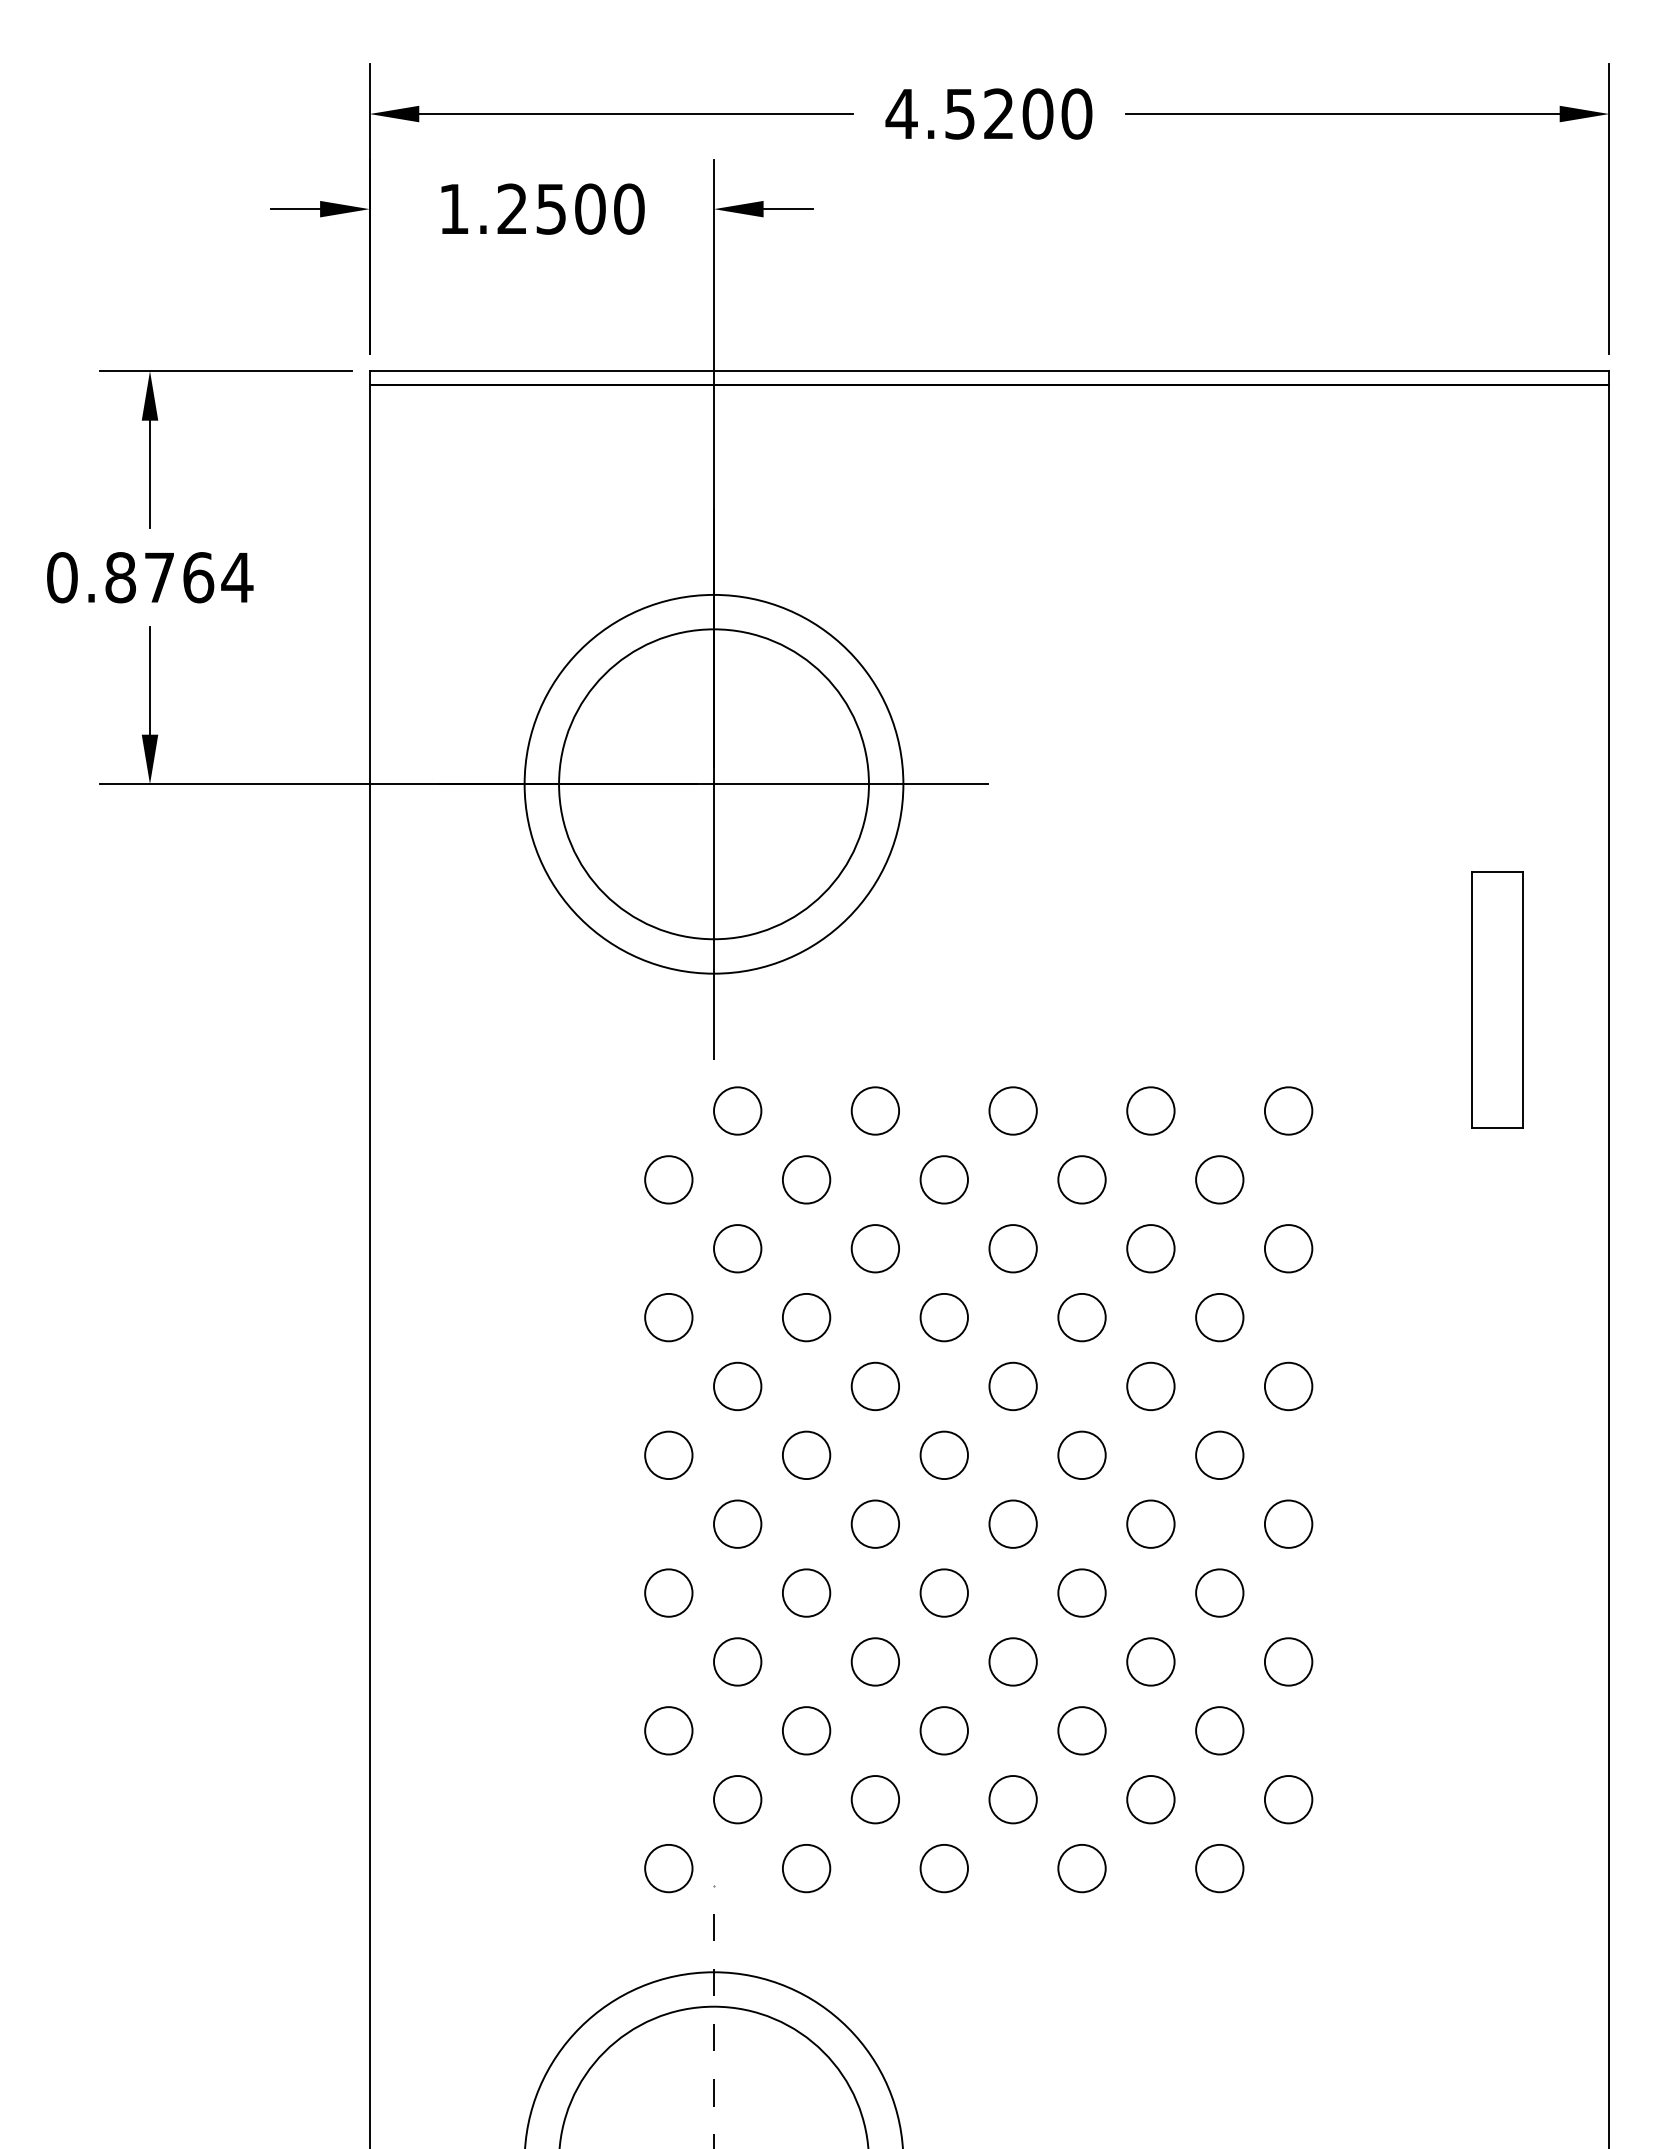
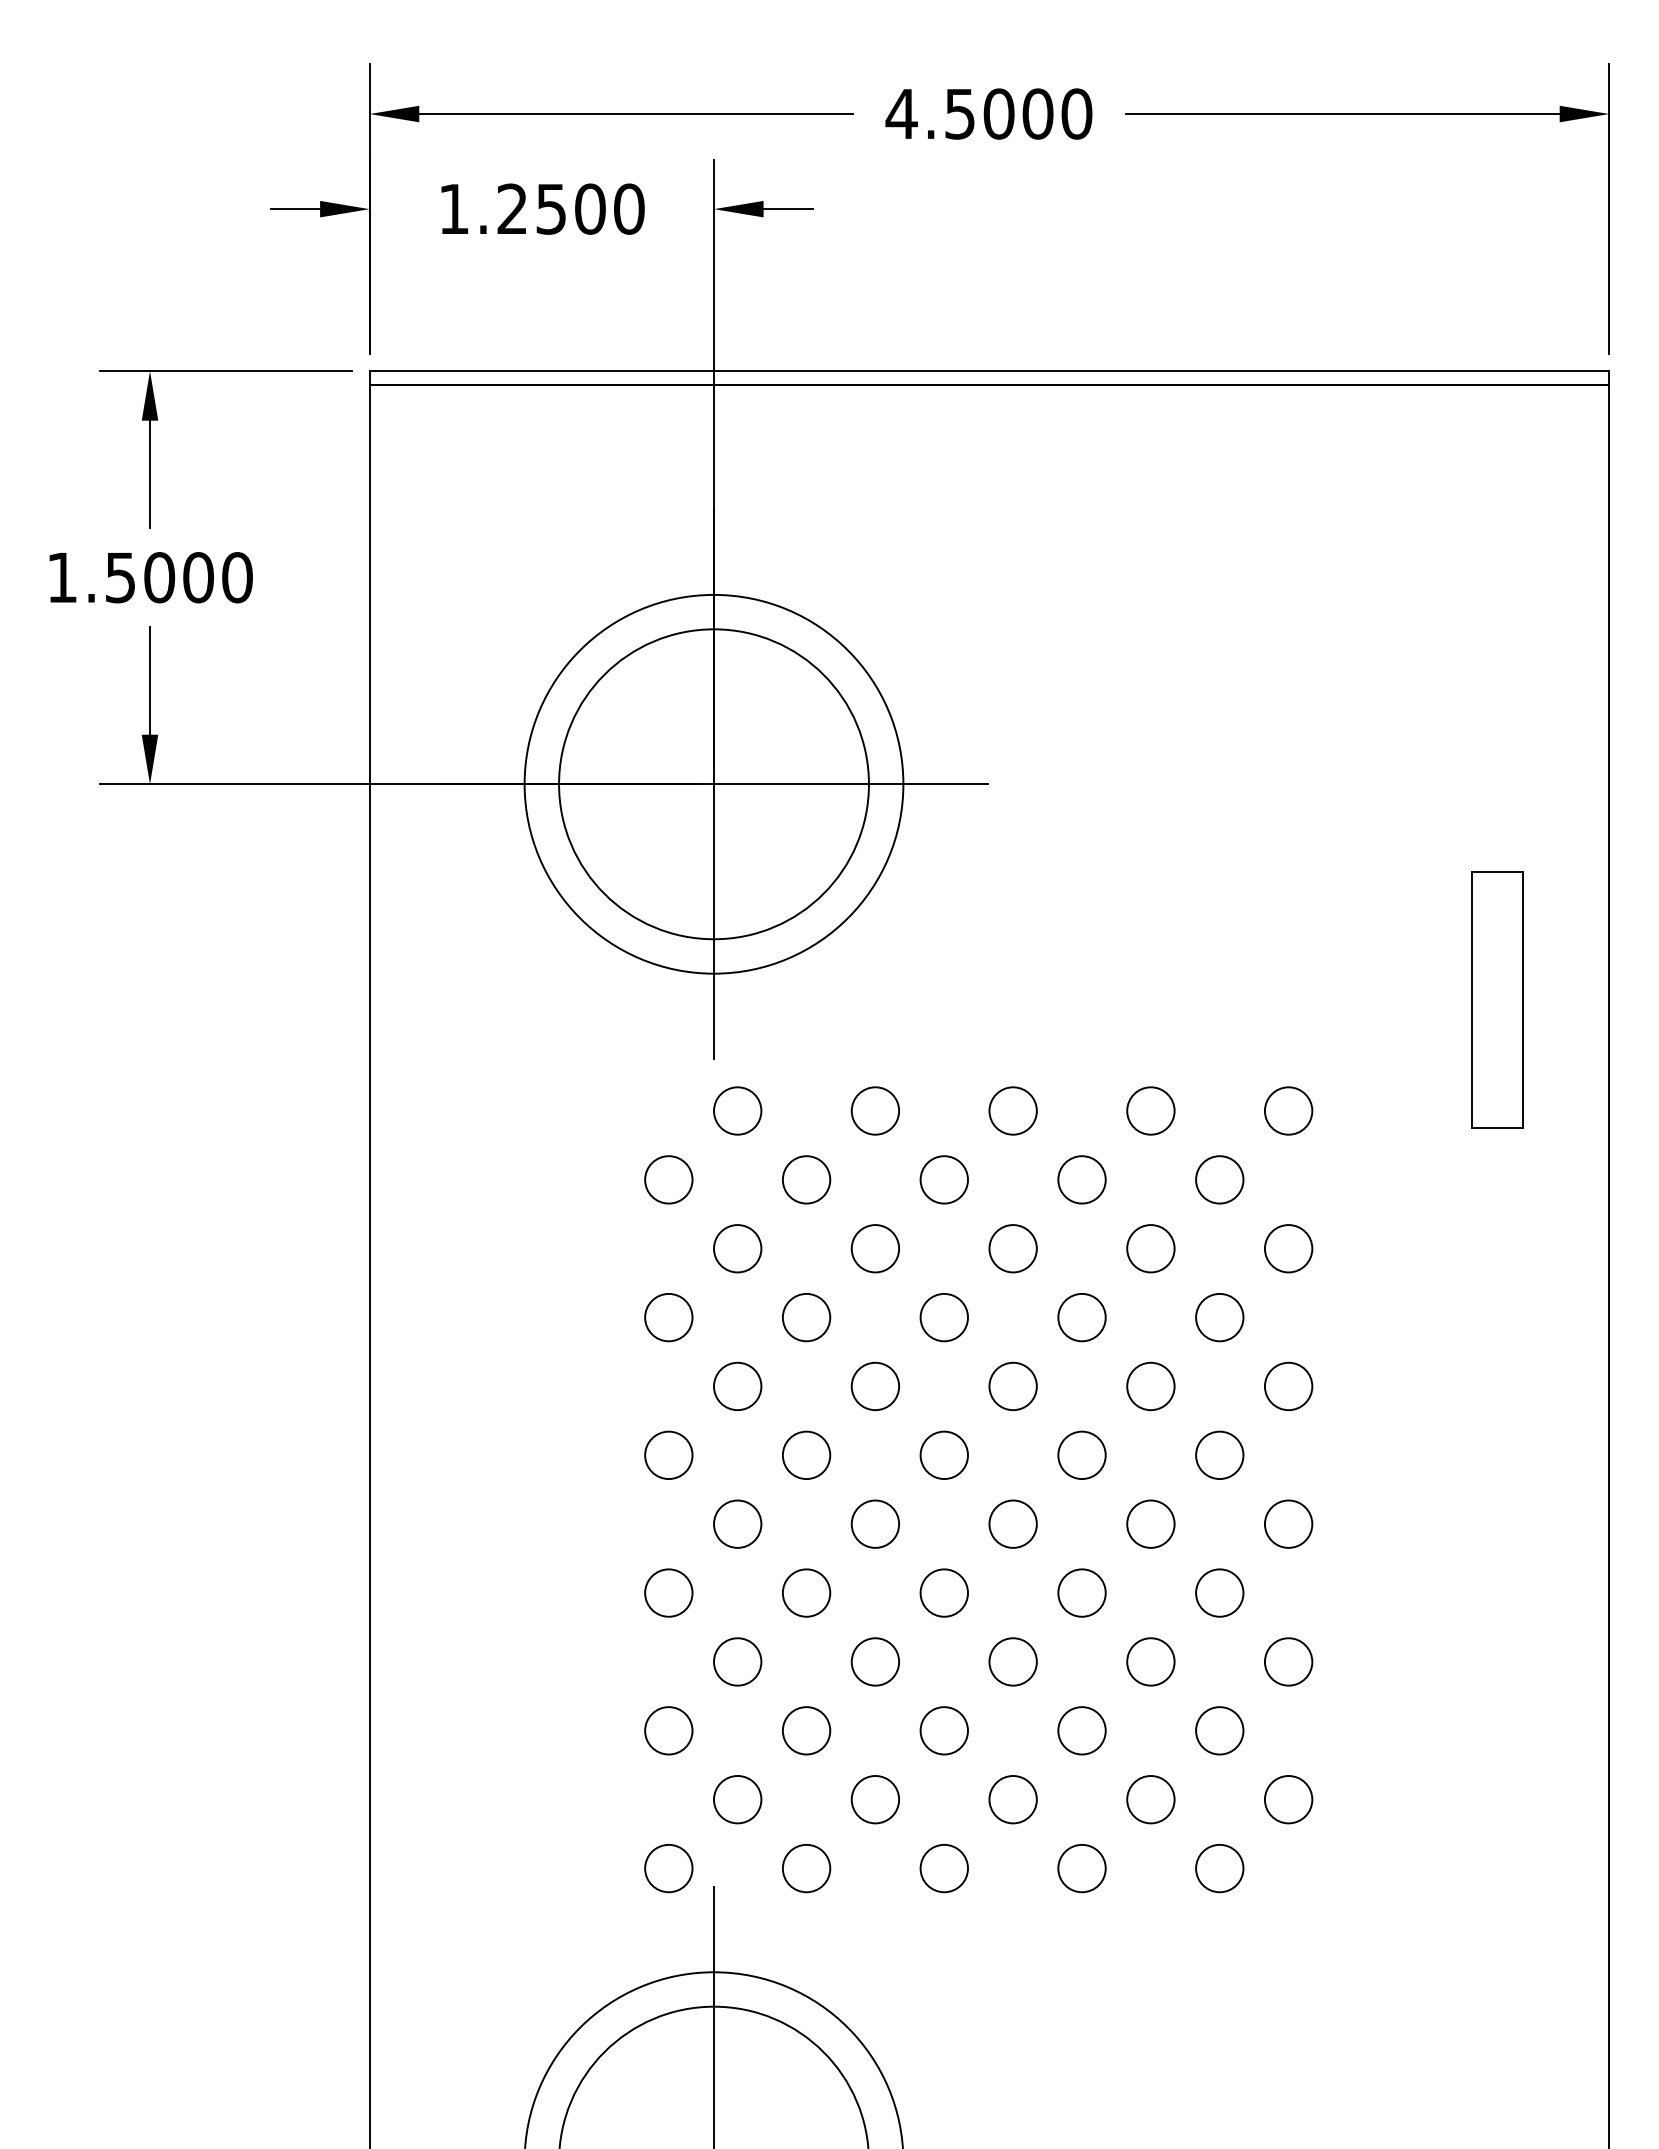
text at (998, 113): 4.5200 -> 4.5000
text at (150, 577): 0.8764 -> 1.5000
line at (714, 2017): dashed -> solid
